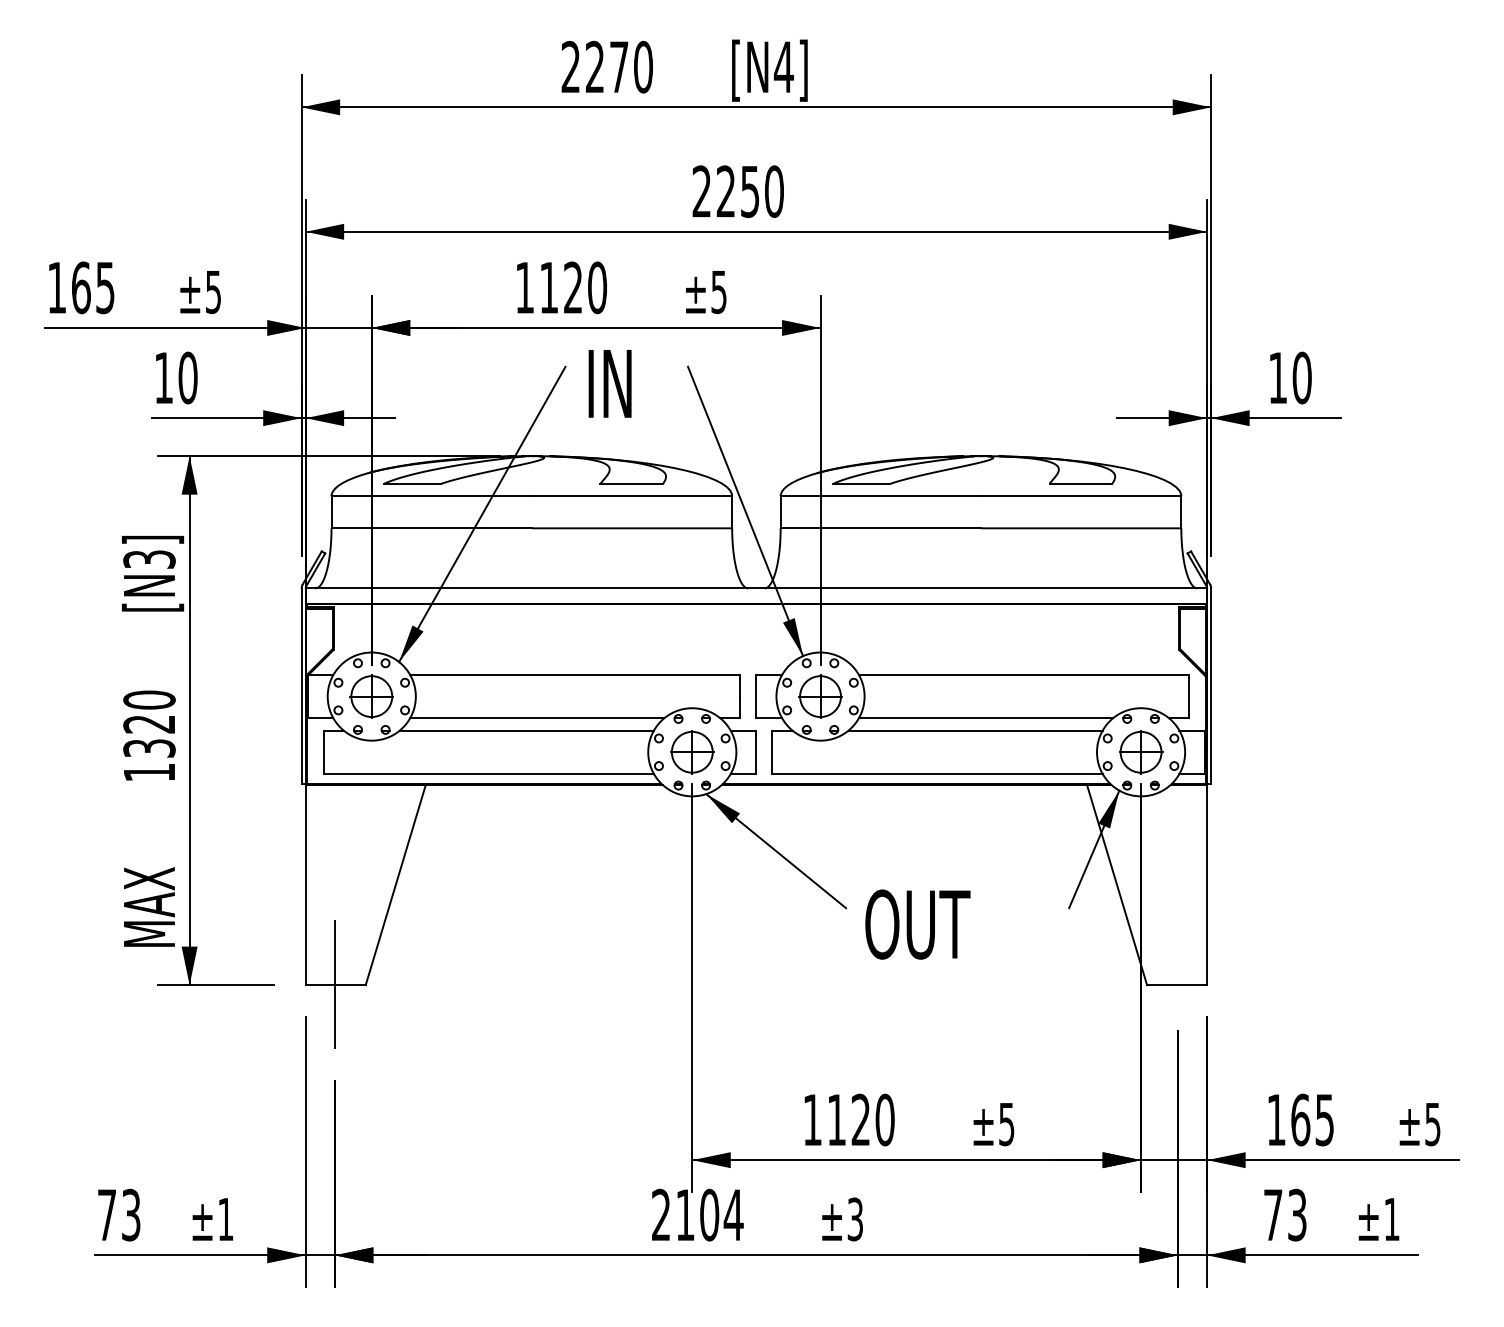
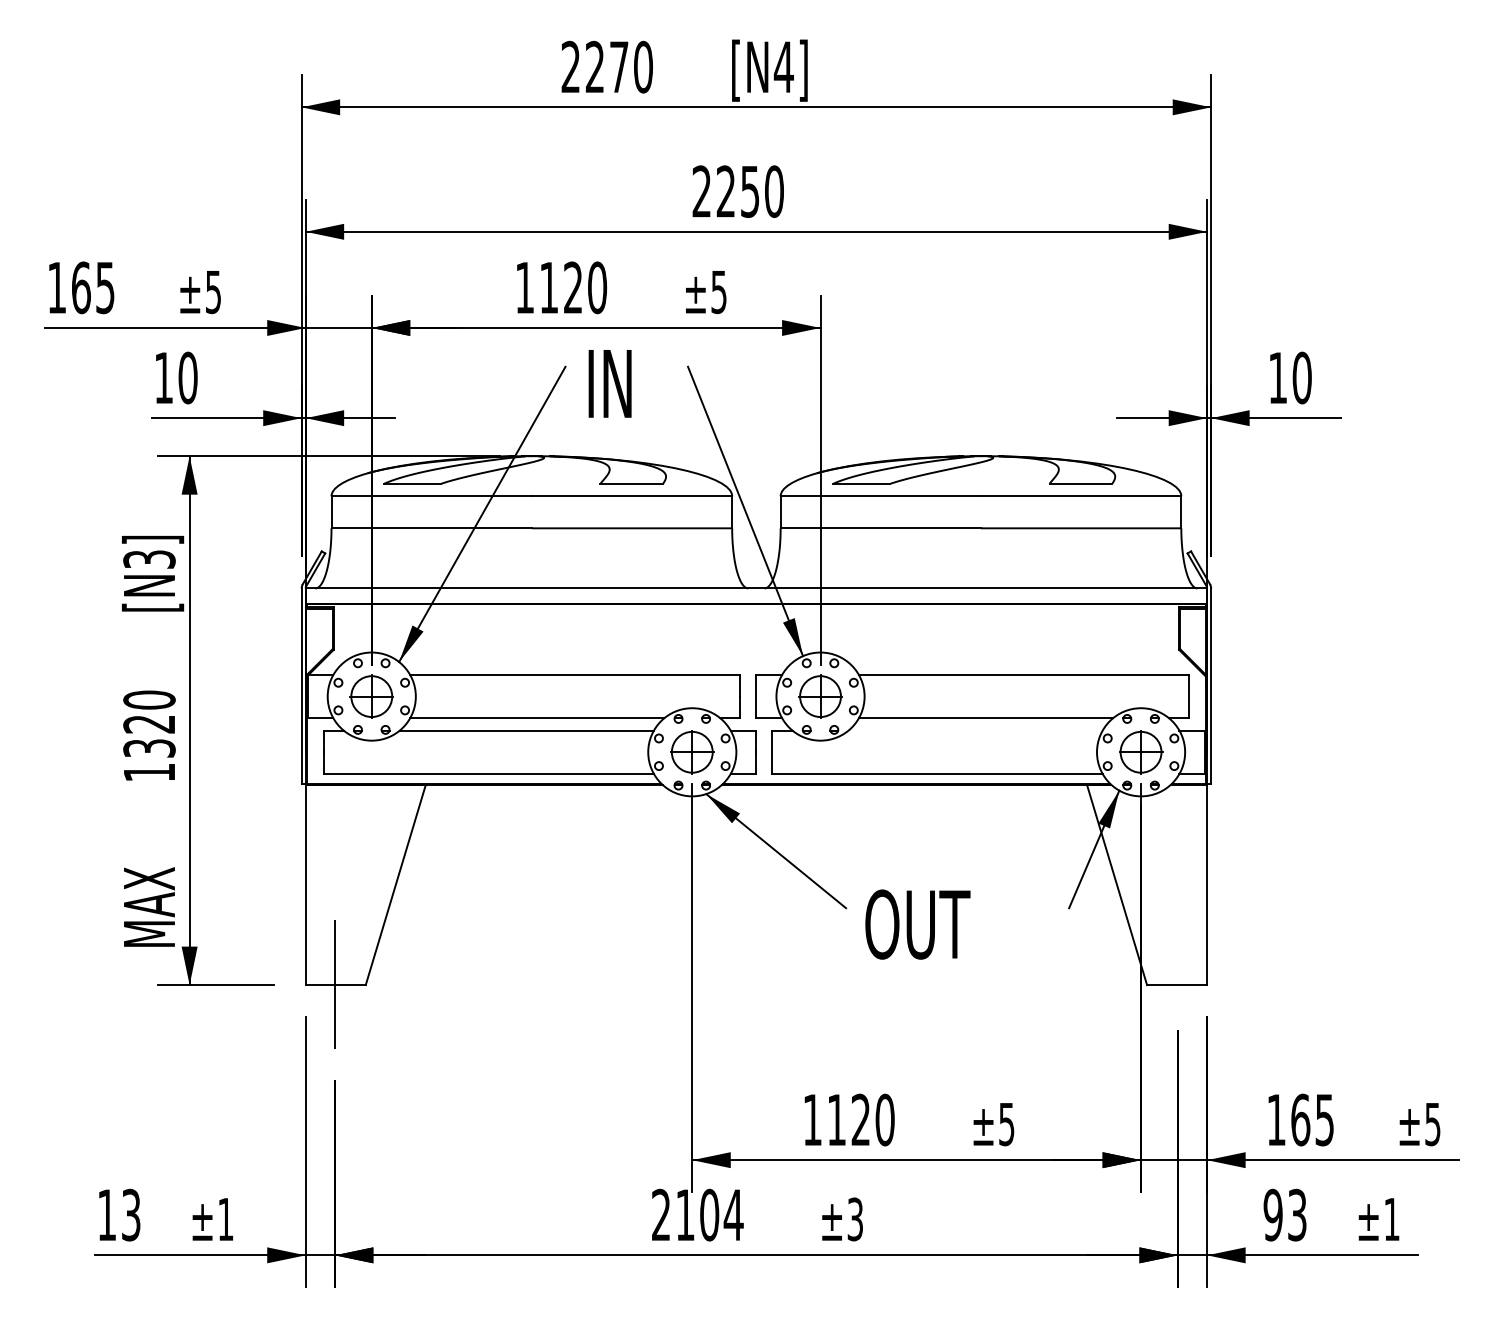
line at (975, 730): present -> none
text at (106, 1214): 73 -> 13
text at (1272, 1214): 73 -> 93
